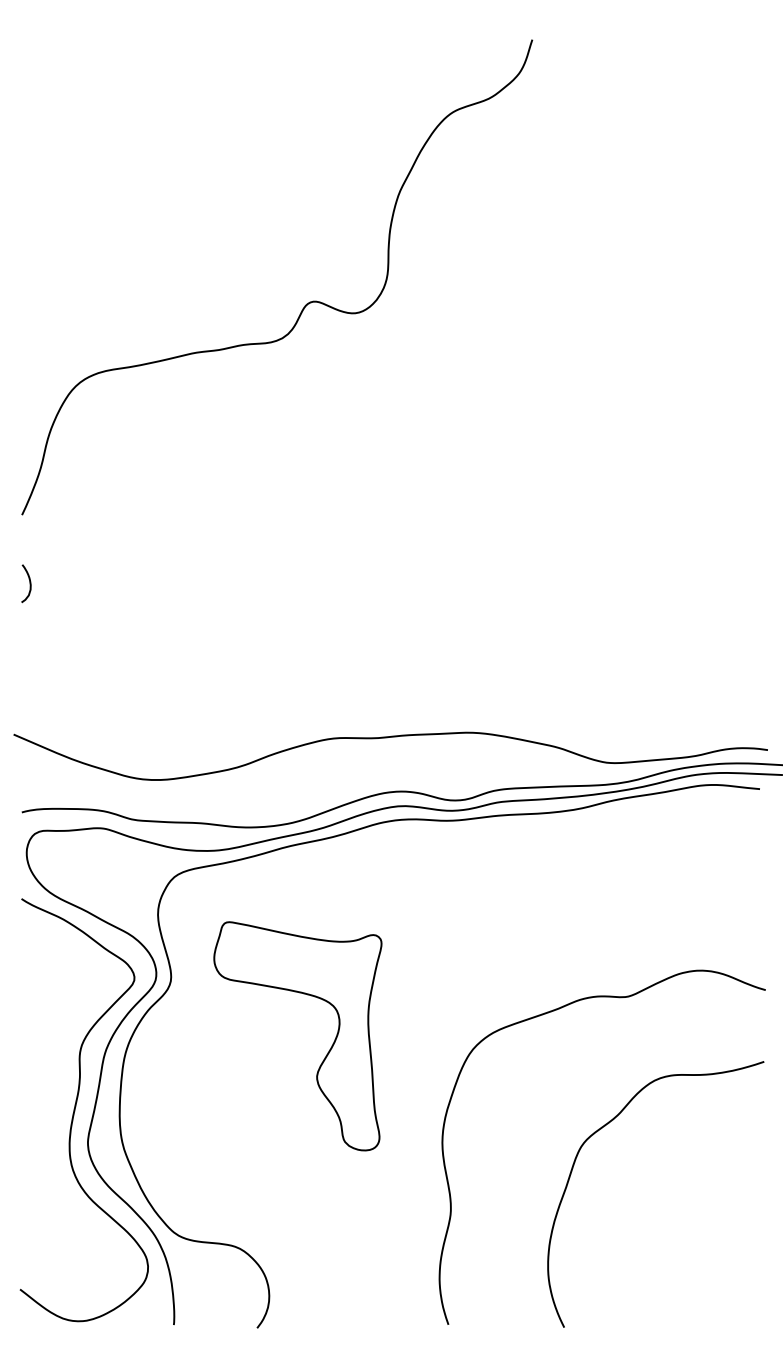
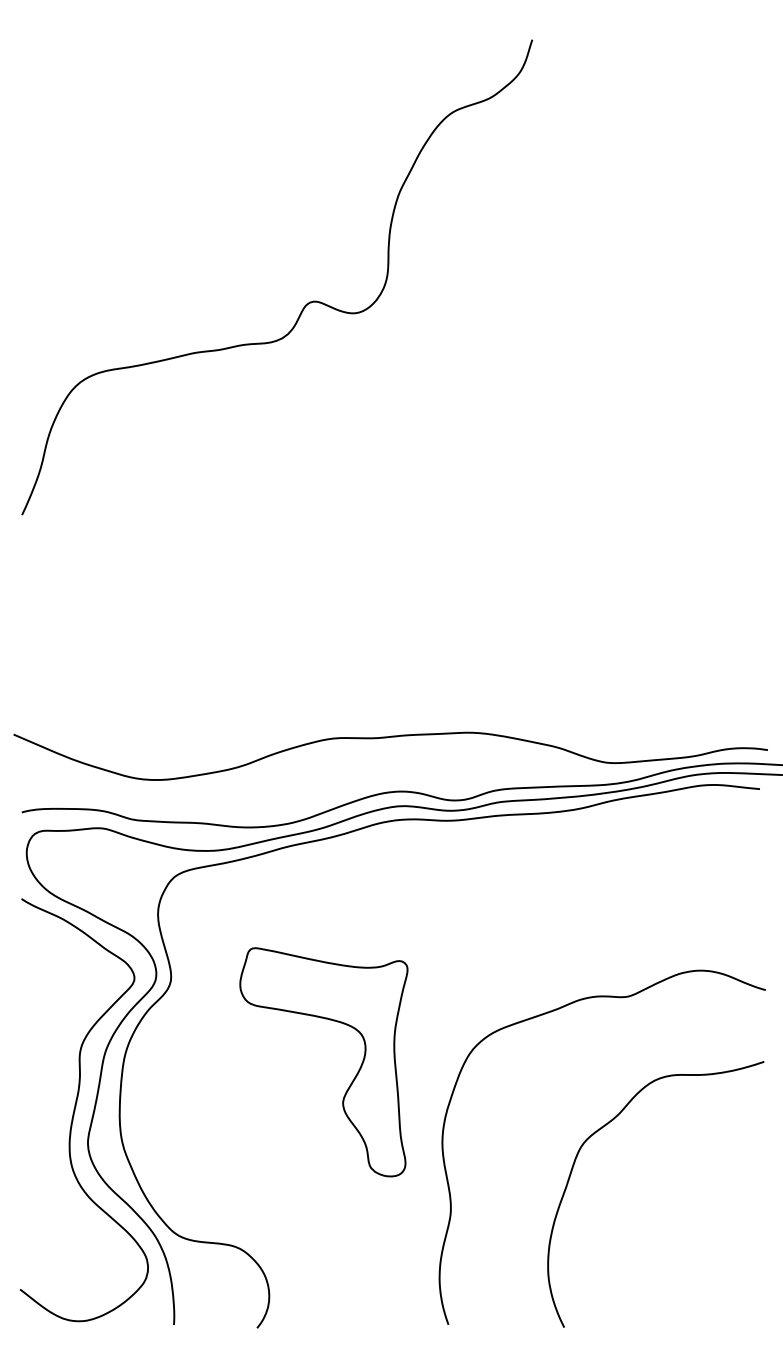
curve at (29, 583): present -> none
part at (327, 1052) position: (327, 1052) -> (353, 1078)
